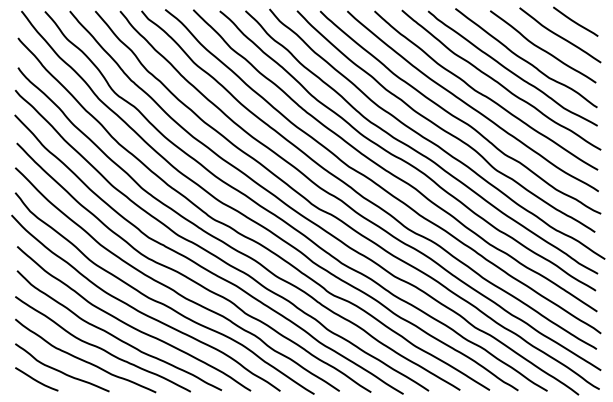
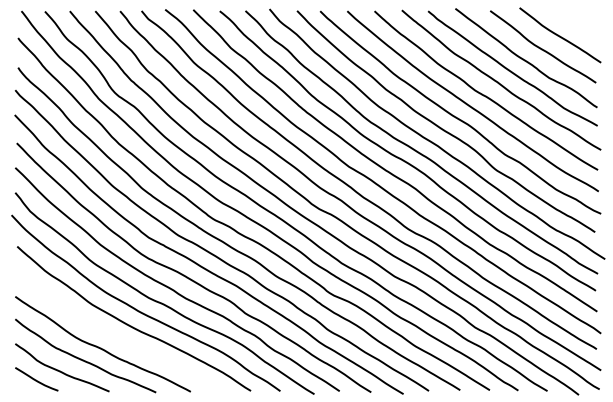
curve at (575, 21): present -> none
curve at (116, 336): present -> none
